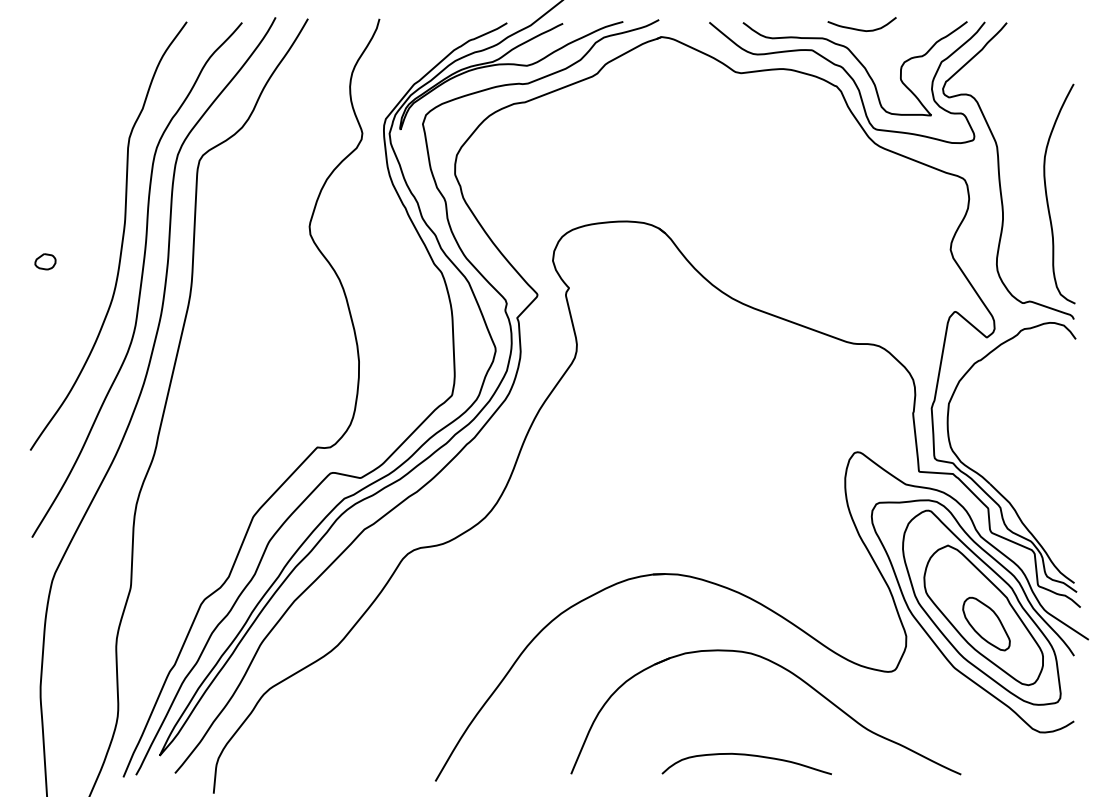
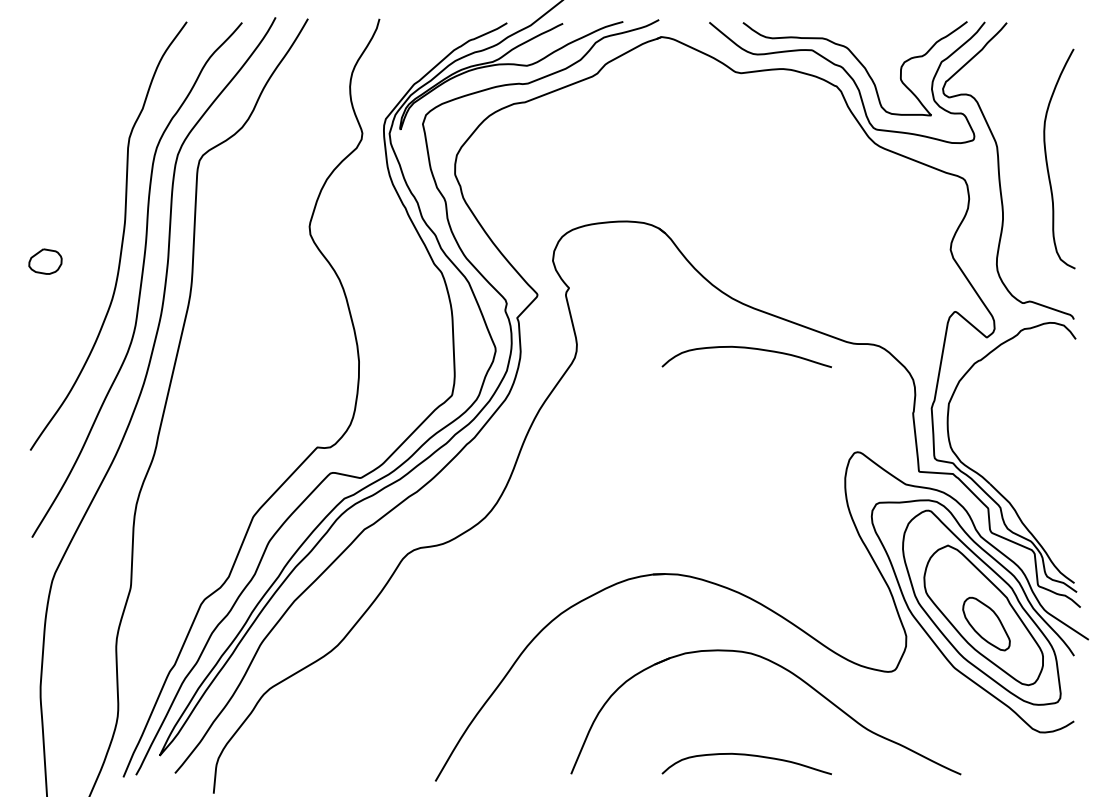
curve at (861, 29): present -> none
curve at (1047, 193) position: (1047, 193) -> (1047, 158)
part at (45, 261) size: 23x18 px -> 35x27 px
curve at (746, 348): none -> present
